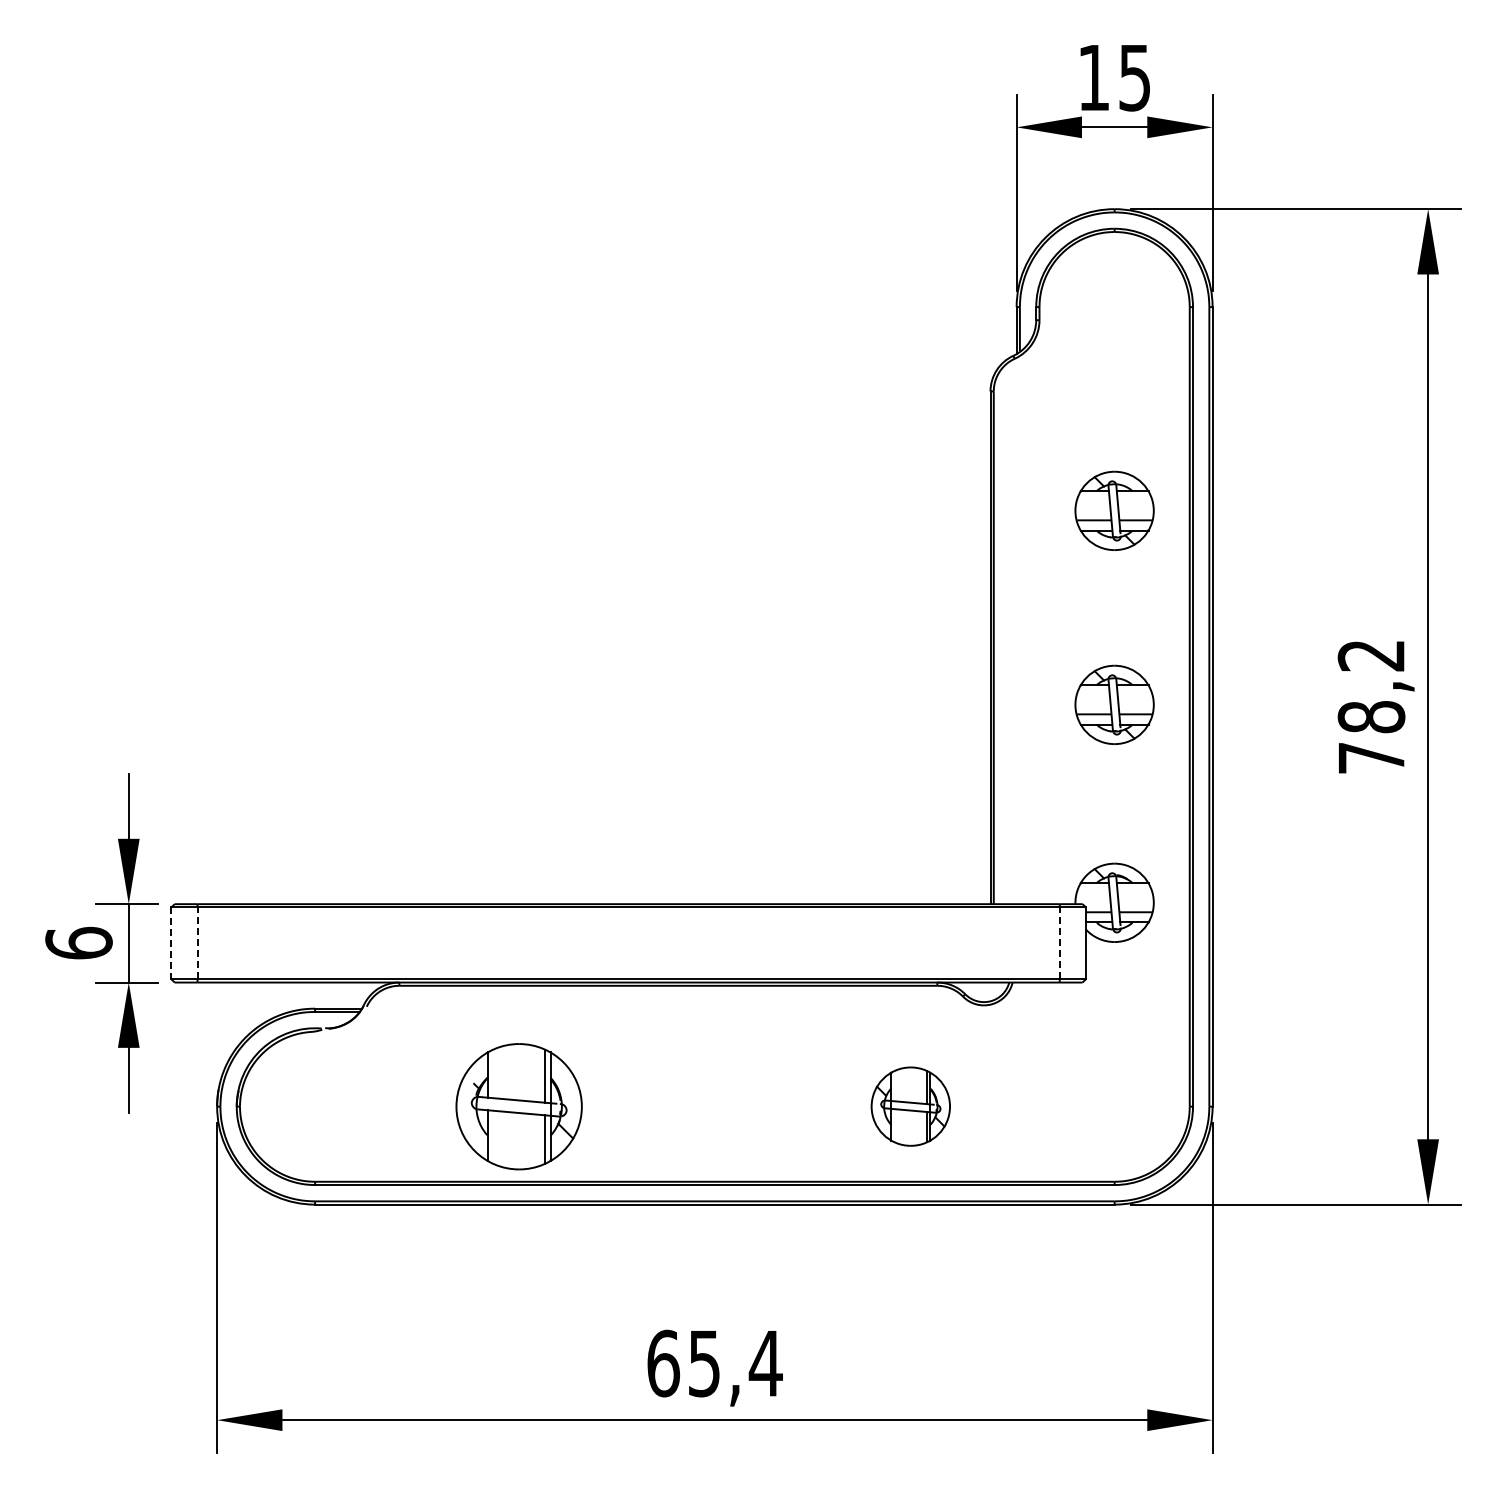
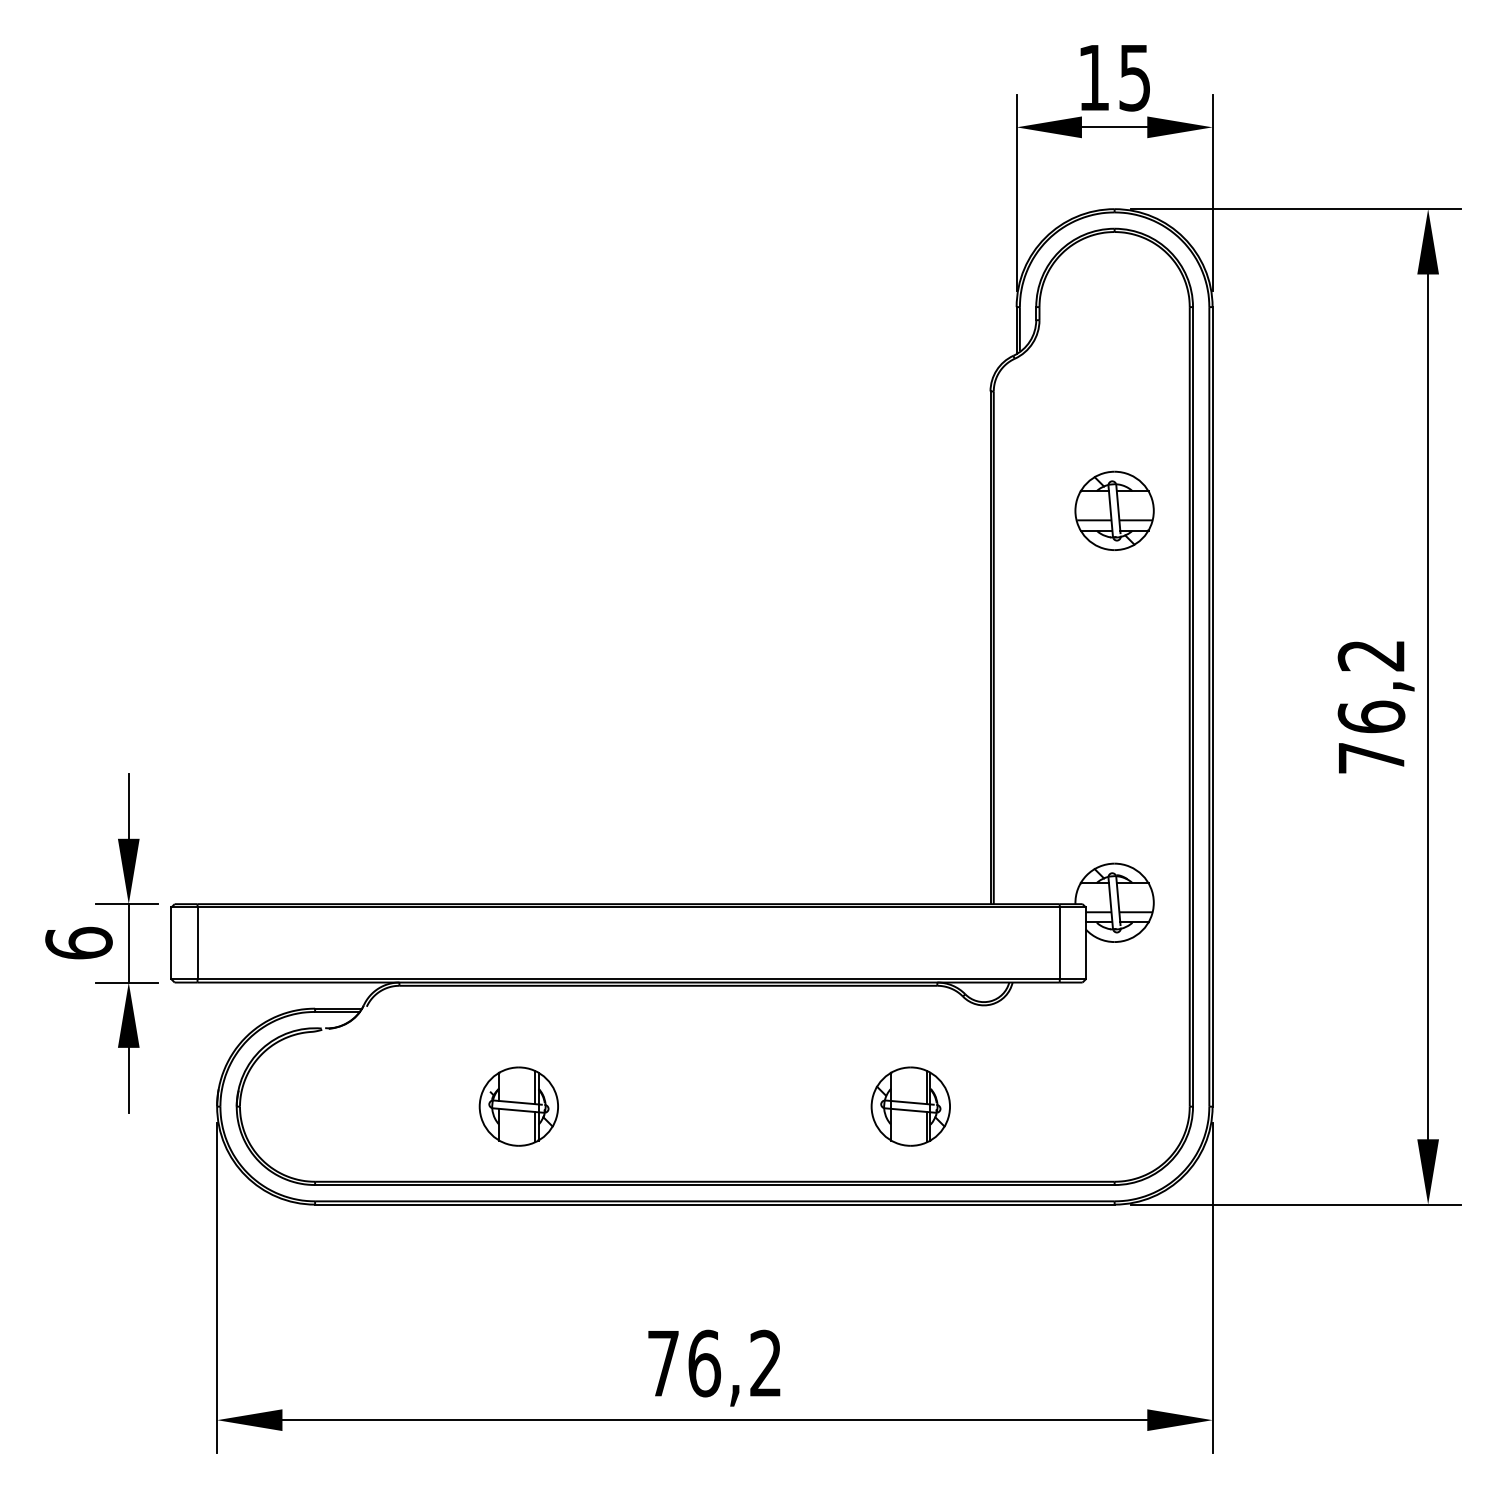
part at (1114, 704): present -> none
text at (1371, 716): 78,2 -> 76,2
line at (171, 943): dashed -> solid
line at (197, 943): dashed -> solid
line at (1059, 943): dashed -> solid
part at (518, 1106) size: 128x128 px -> 81x81 px
text at (714, 1363): 65,4 -> 76,2
